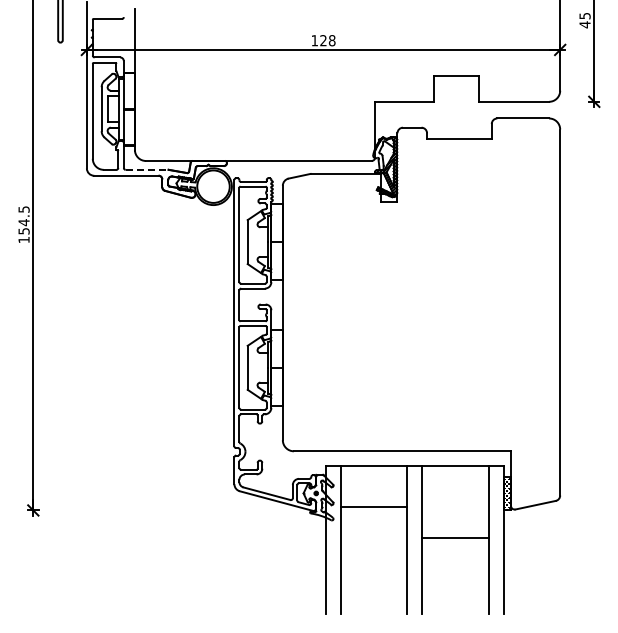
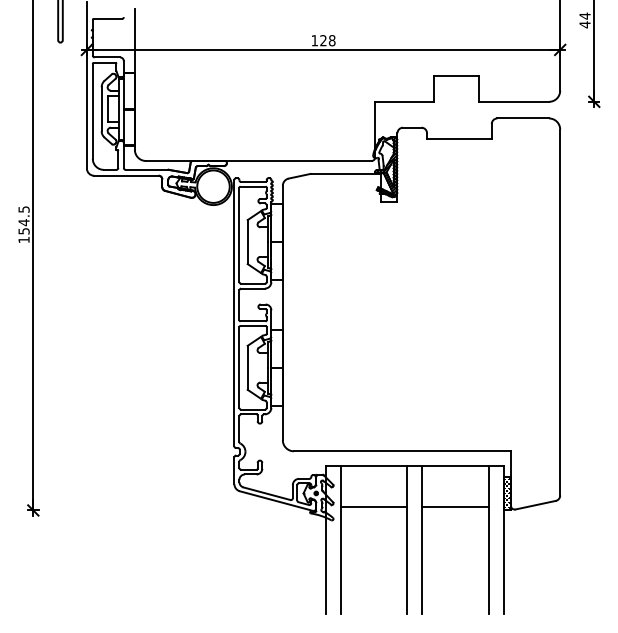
text at (584, 15): 45 -> 44
line at (147, 169): dashed -> solid
line at (455, 537) position: (455, 537) -> (455, 506)
